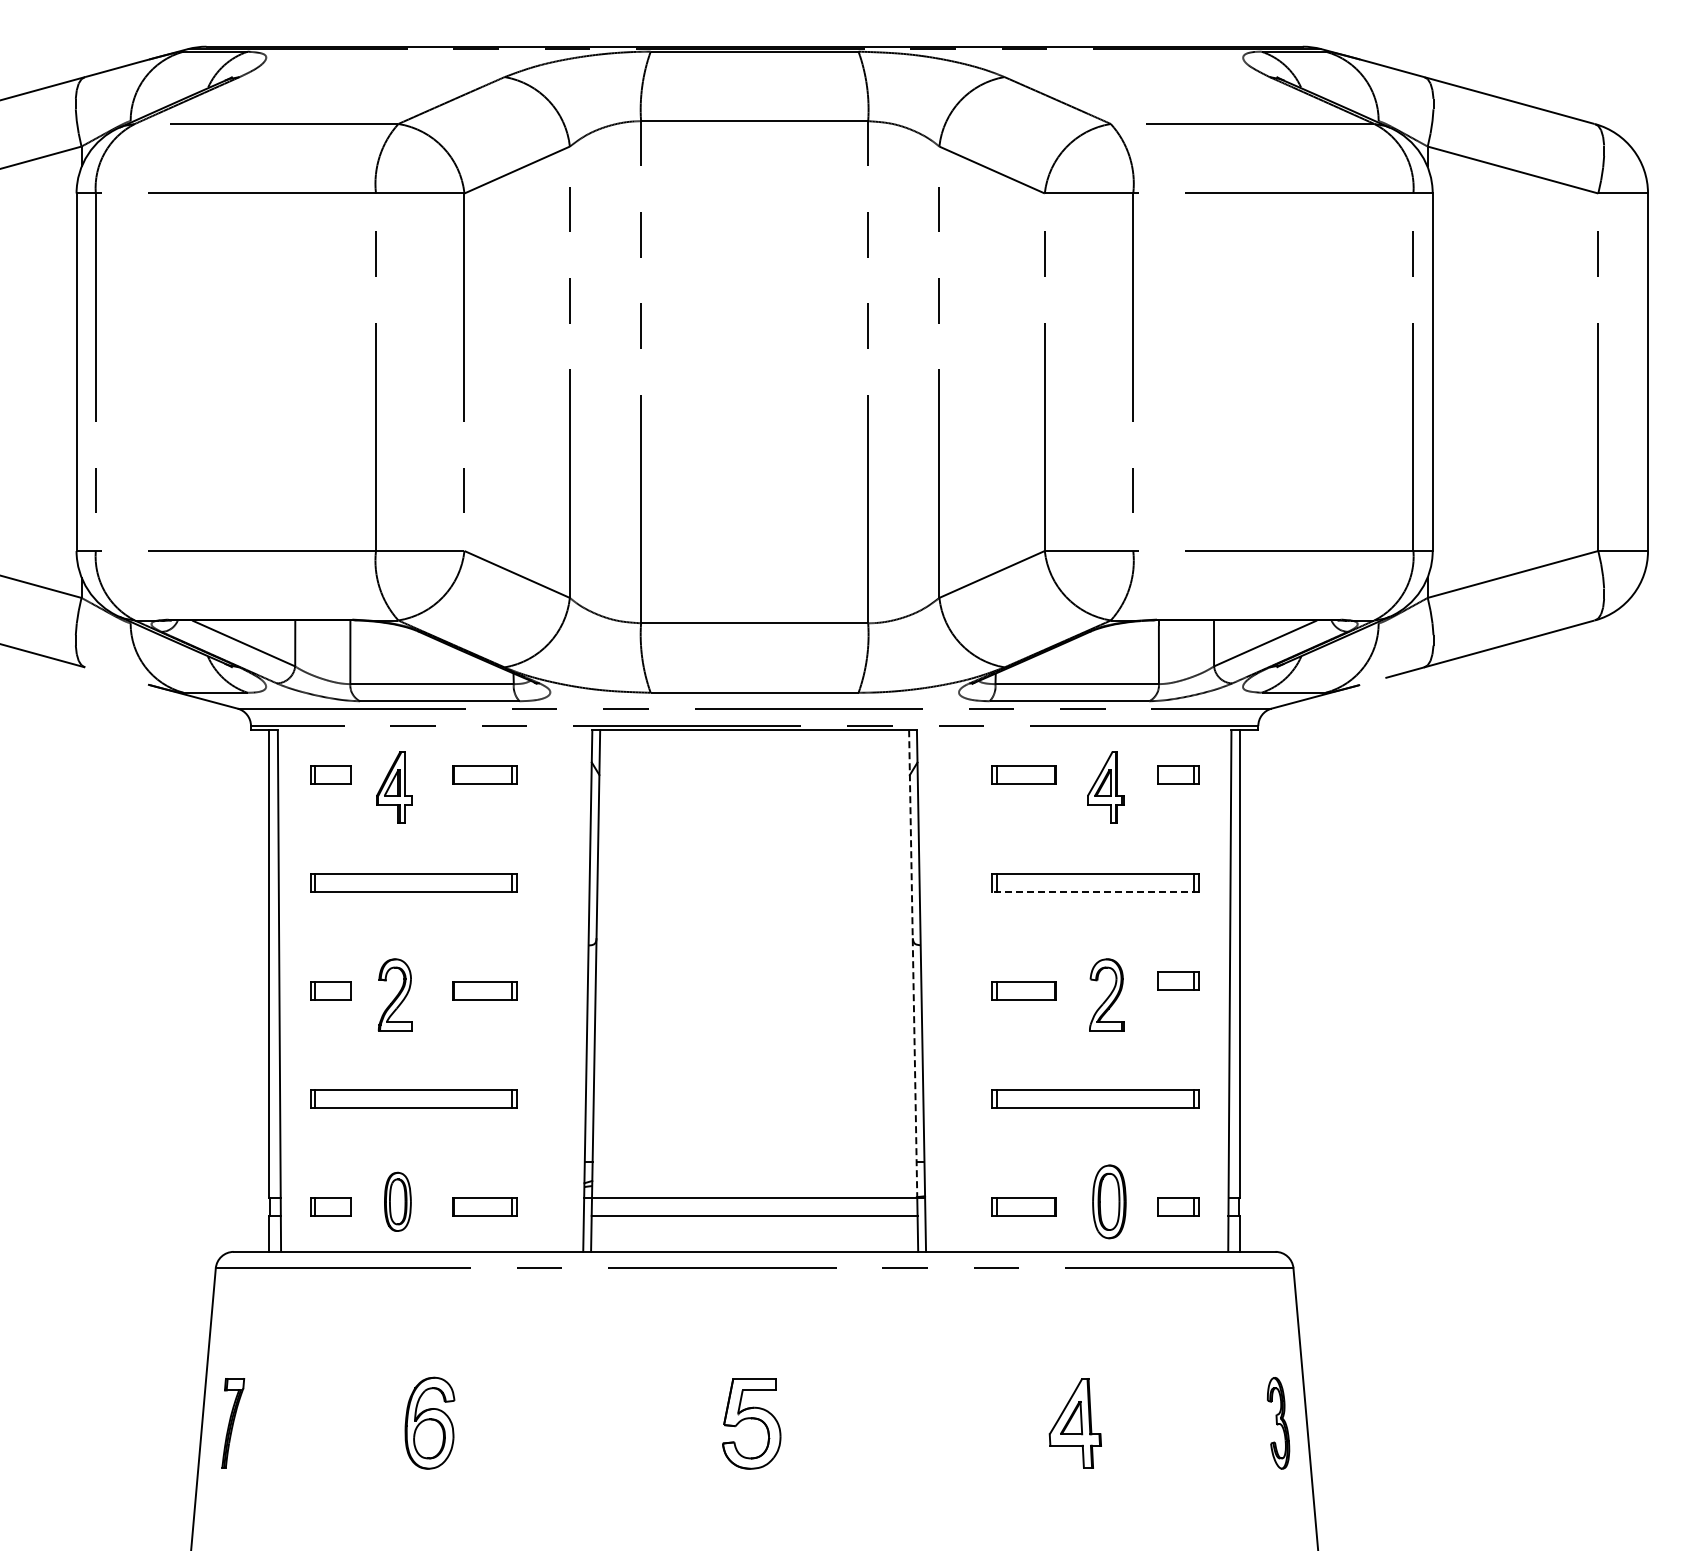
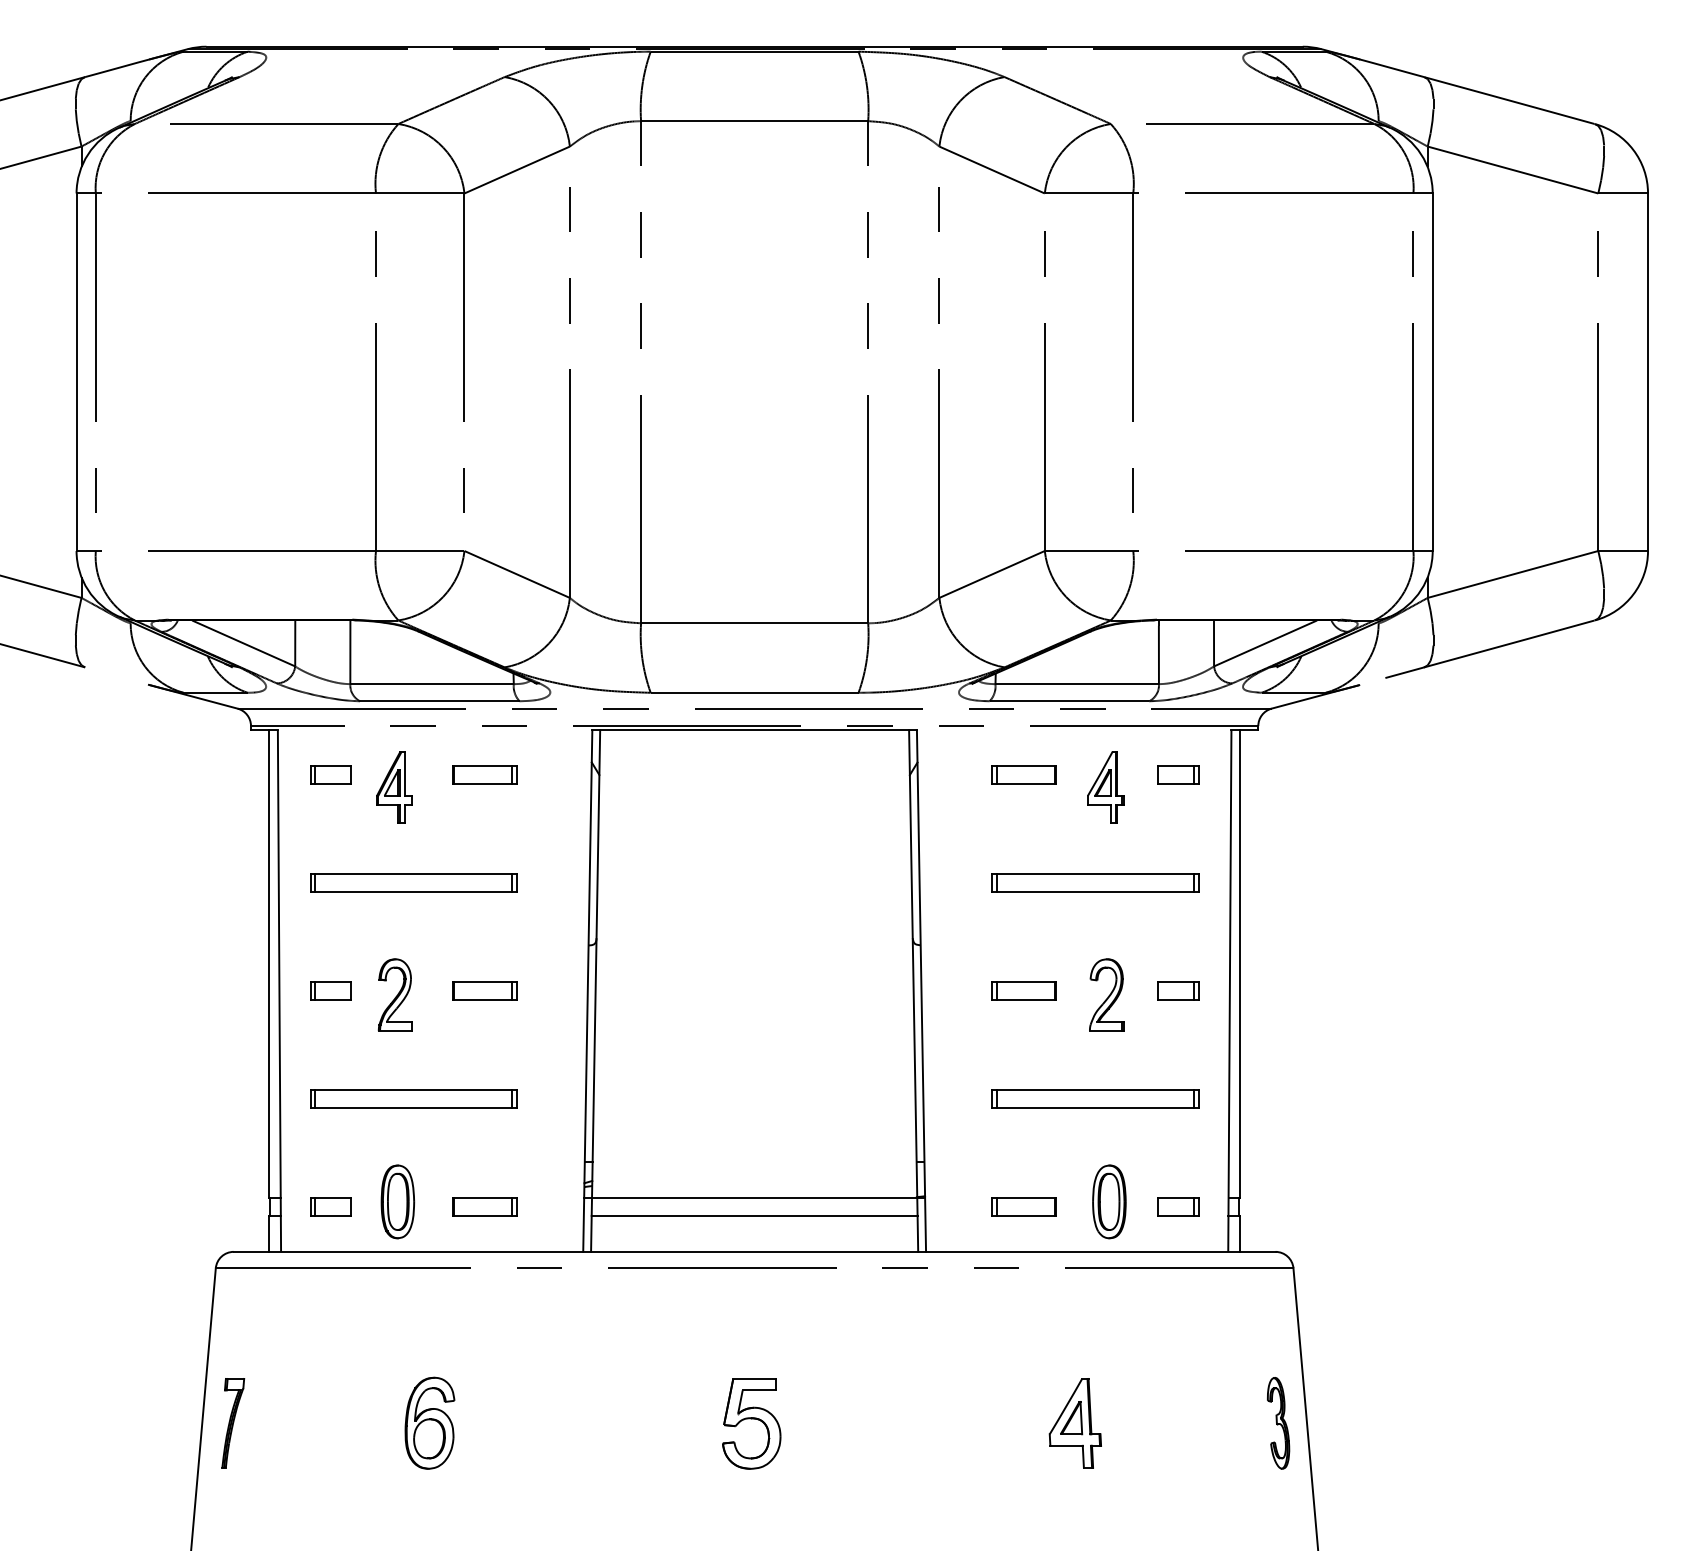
line at (1095, 892): dashed -> solid
line at (913, 964): dashed -> solid
part at (1178, 980) position: (1178, 980) -> (1178, 990)
part at (397, 1201) size: 28x61 px -> 36x76 px
